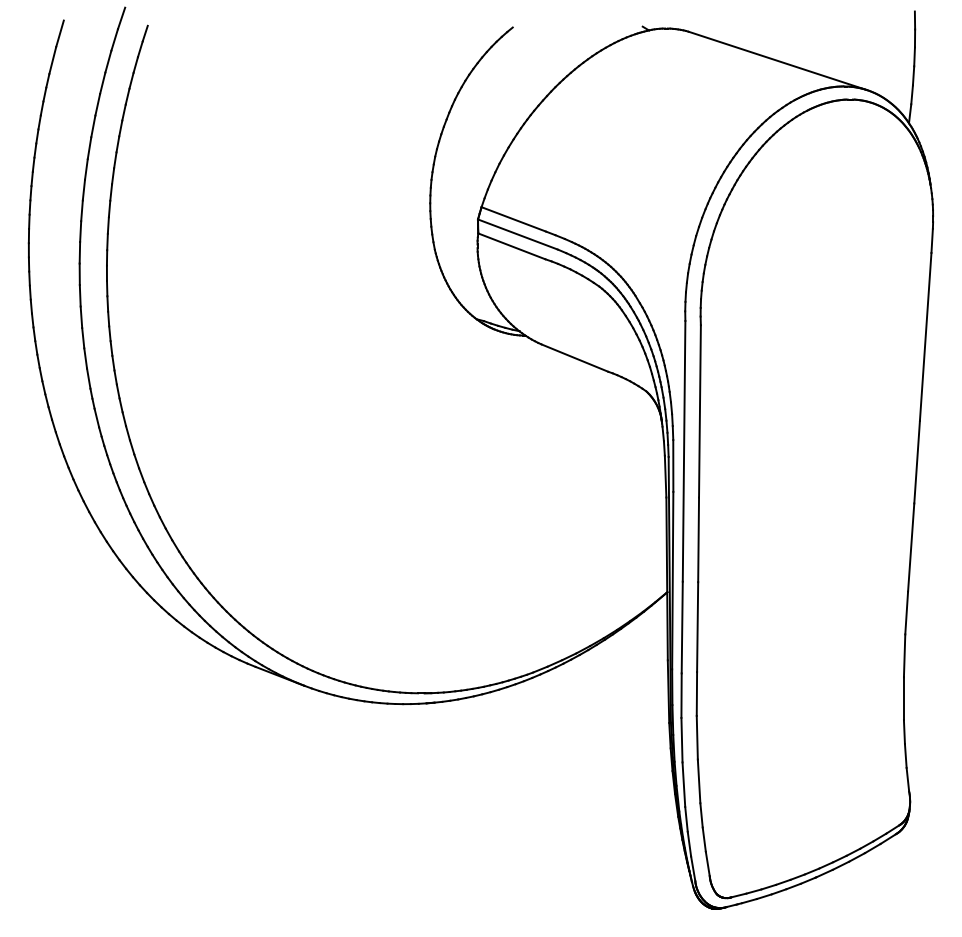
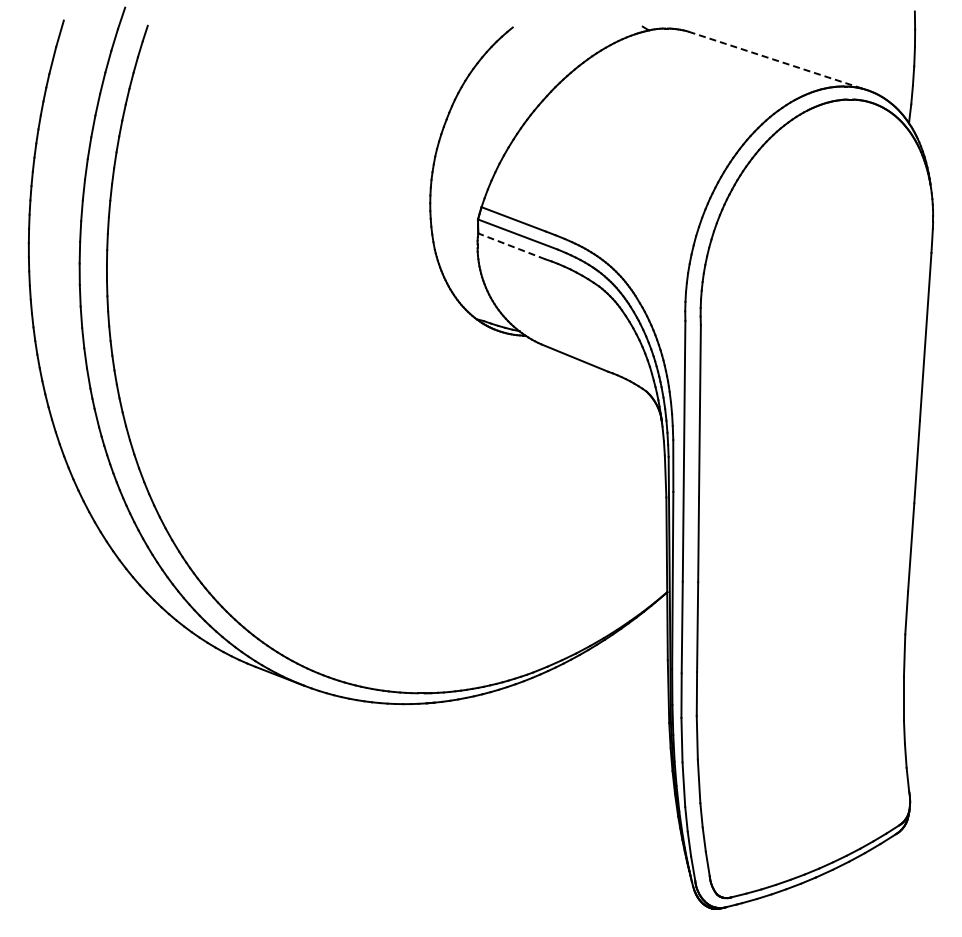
line at (777, 60): solid -> dashed
line at (511, 246): solid -> dashed
